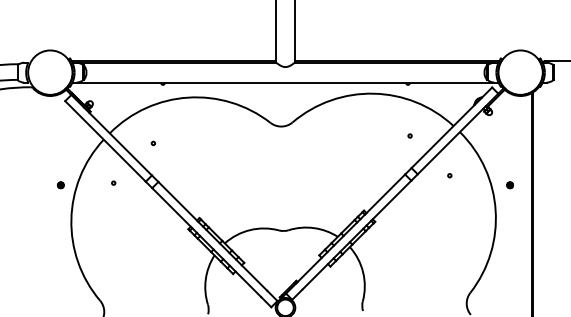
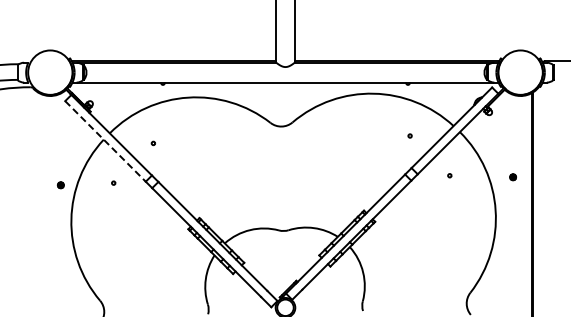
line at (105, 141): solid -> dashed
part at (509, 185) position: (509, 185) -> (512, 177)
